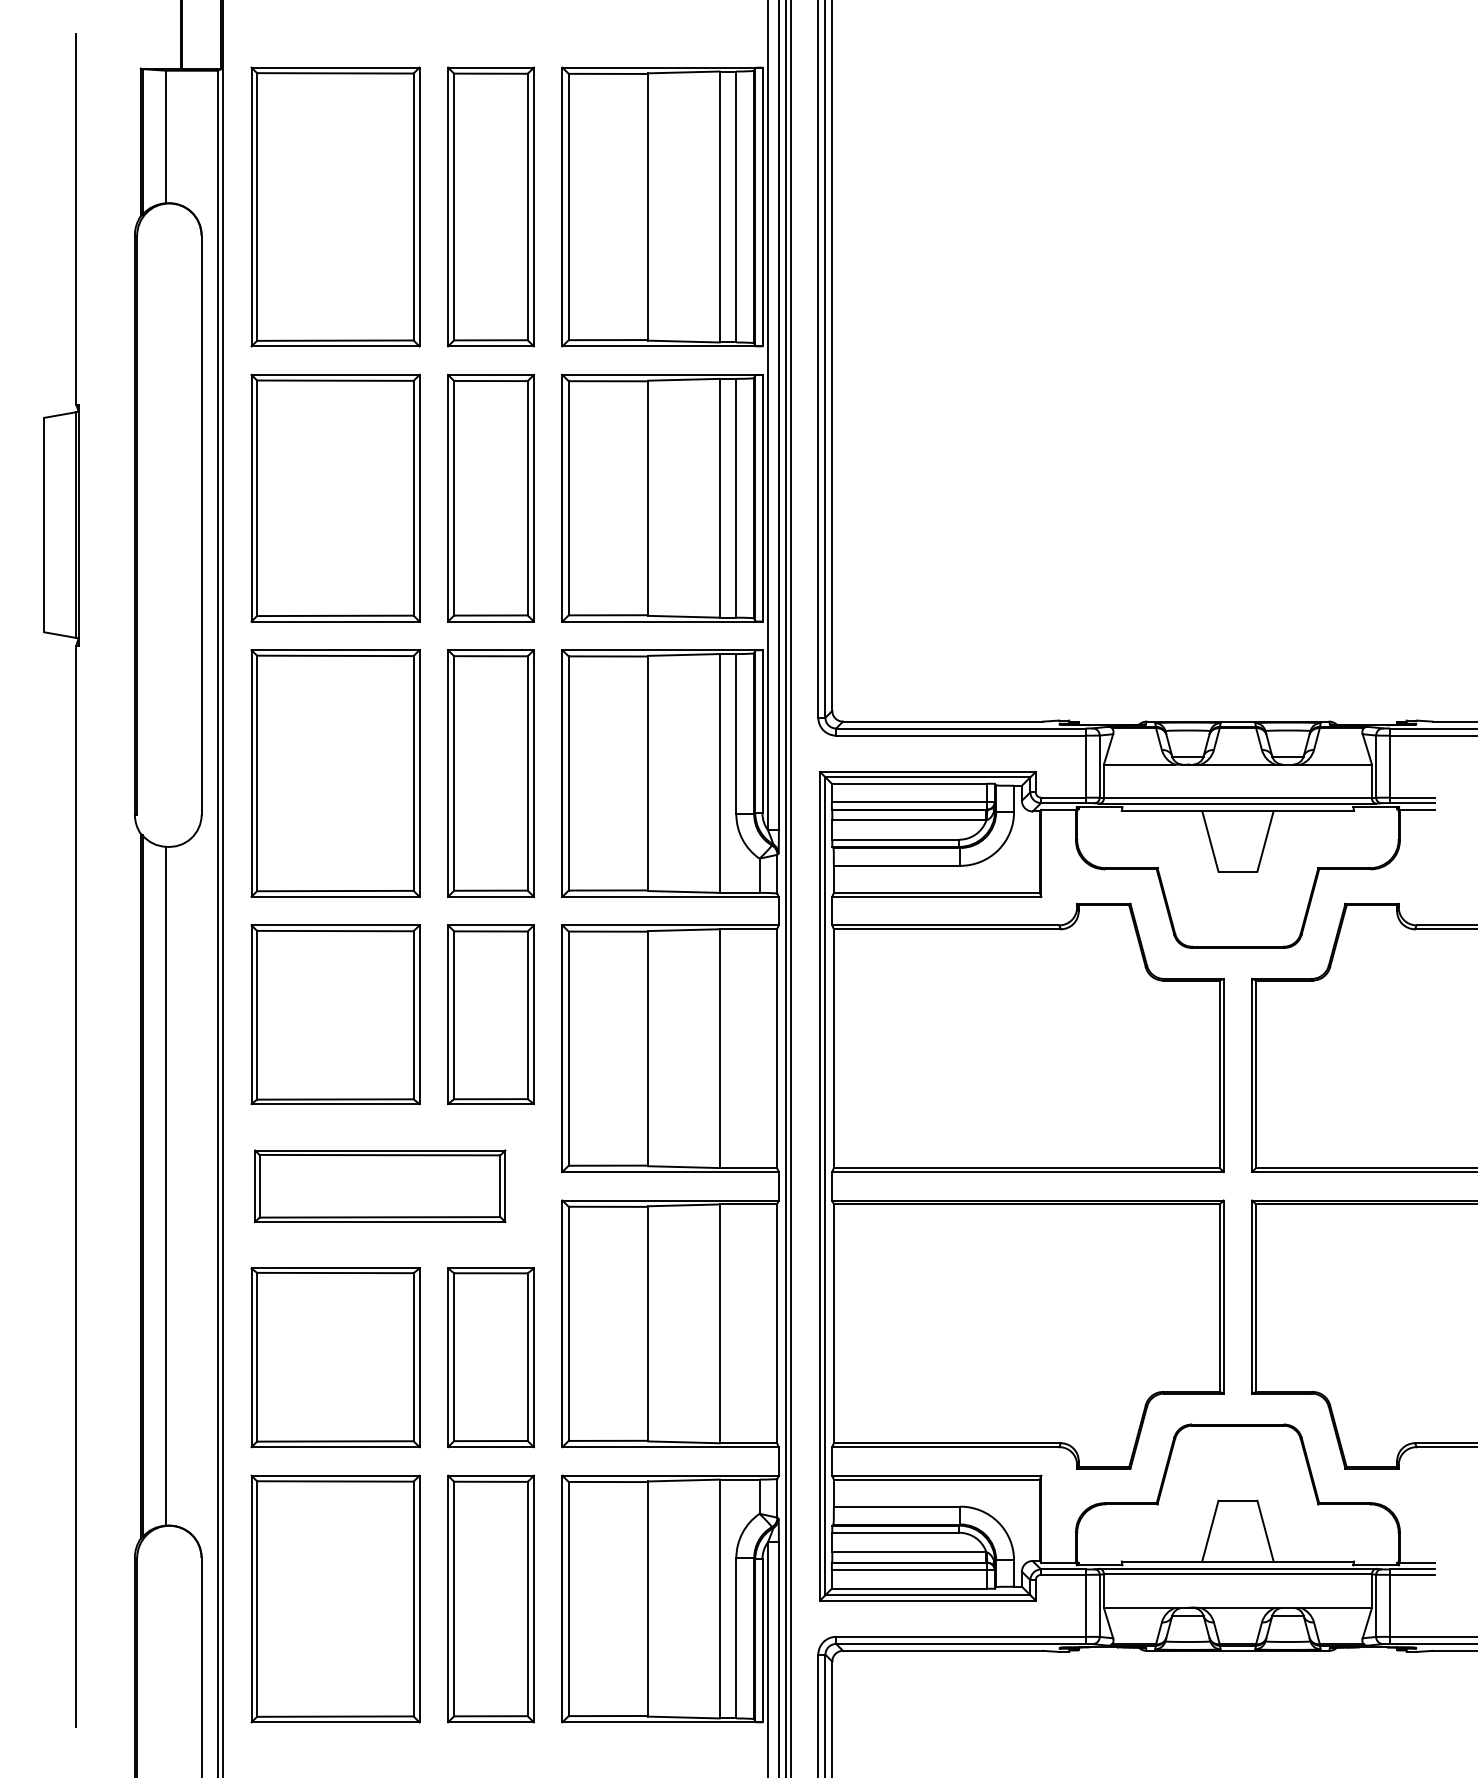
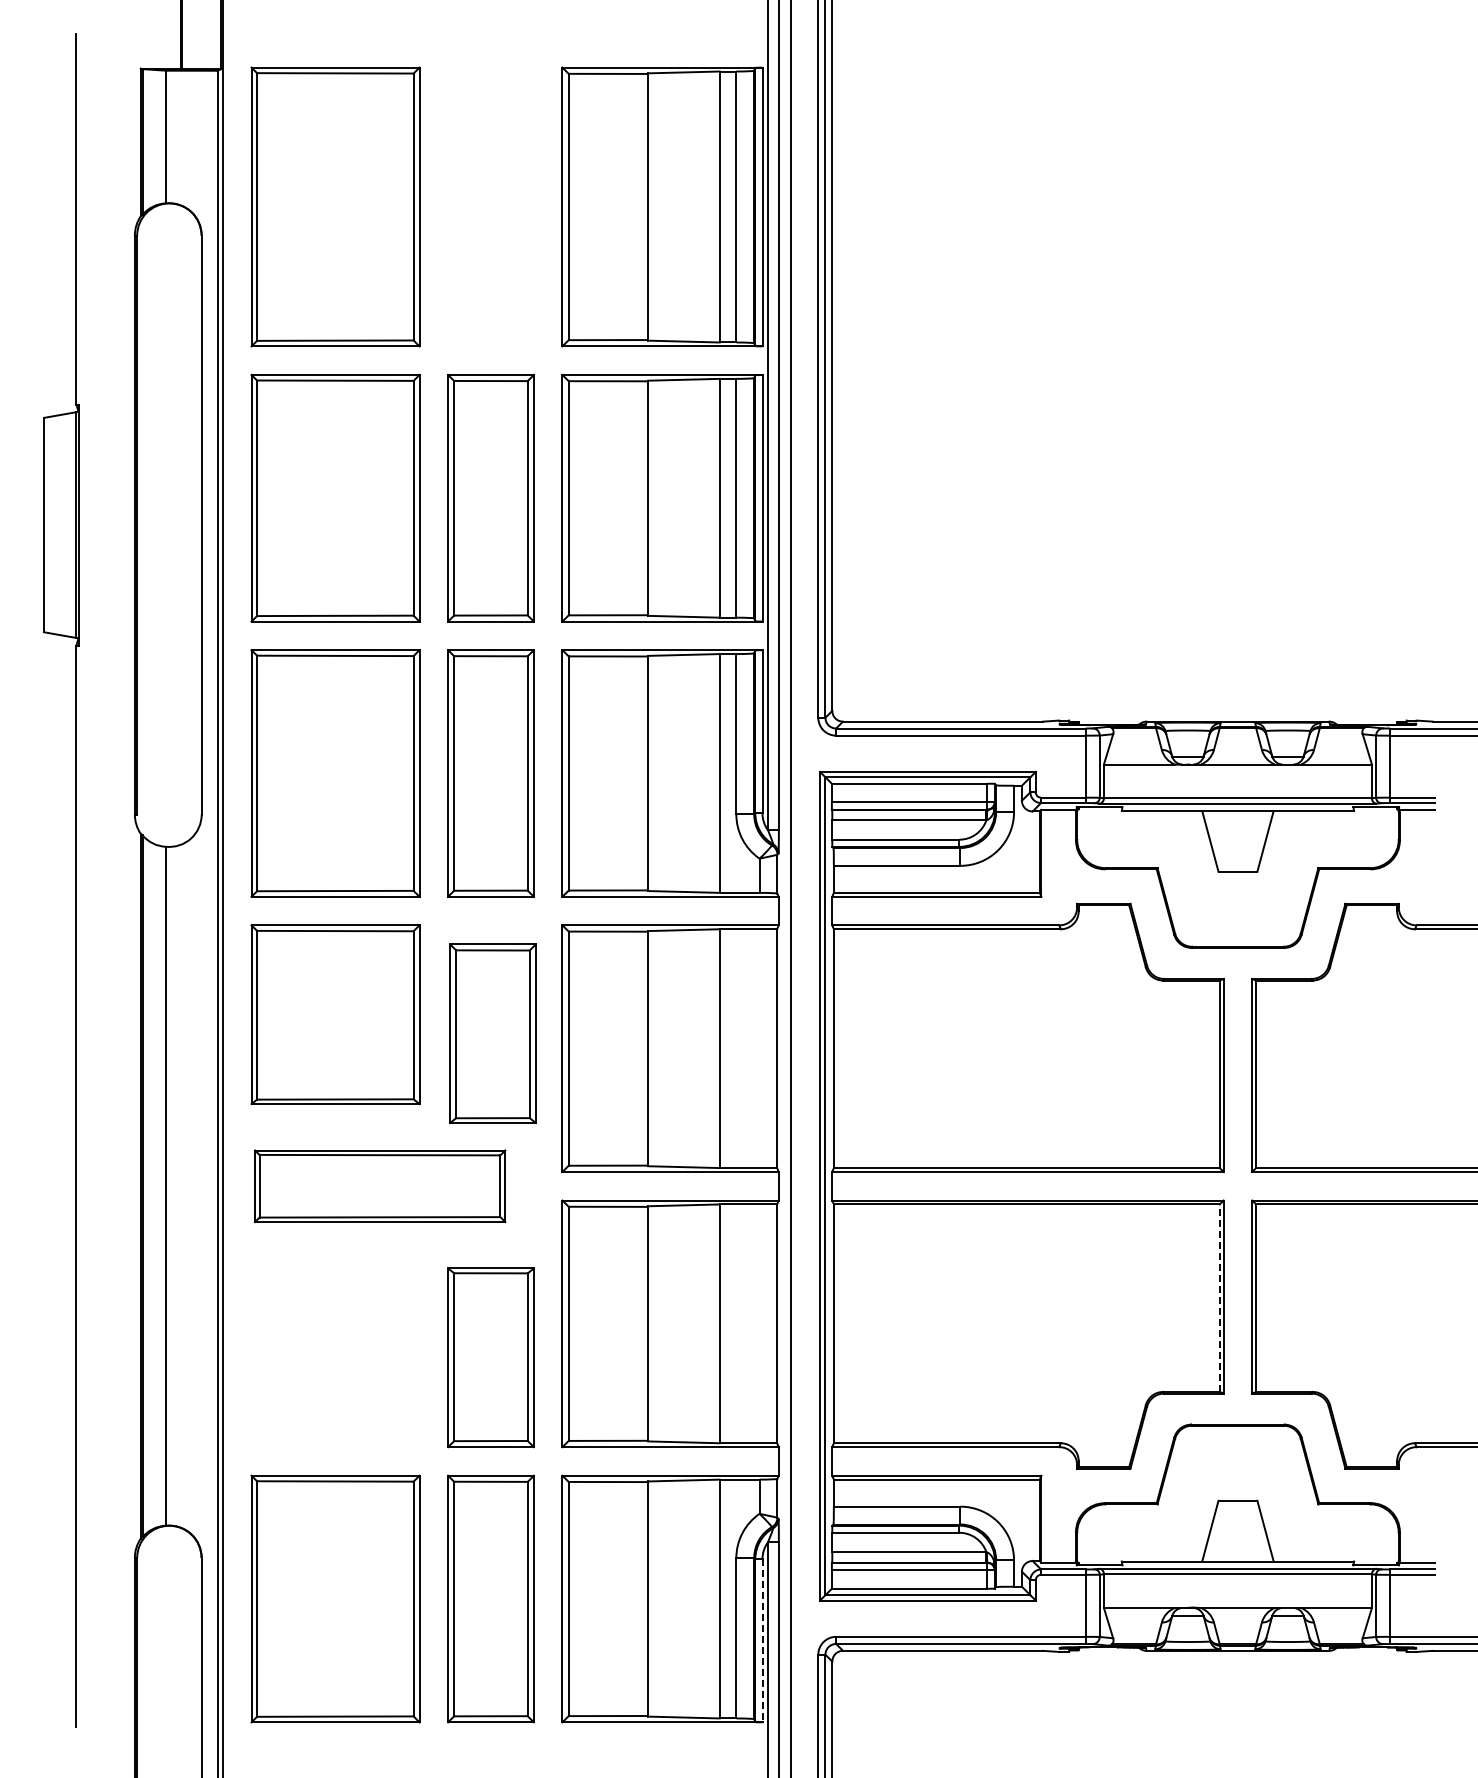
part at (490, 206): present -> none
line at (785, 888): present -> none
part at (490, 1014) position: (490, 1014) -> (492, 1033)
line at (1219, 1298): solid -> dashed
part at (335, 1357): present -> none
line at (762, 1640): solid -> dashed
